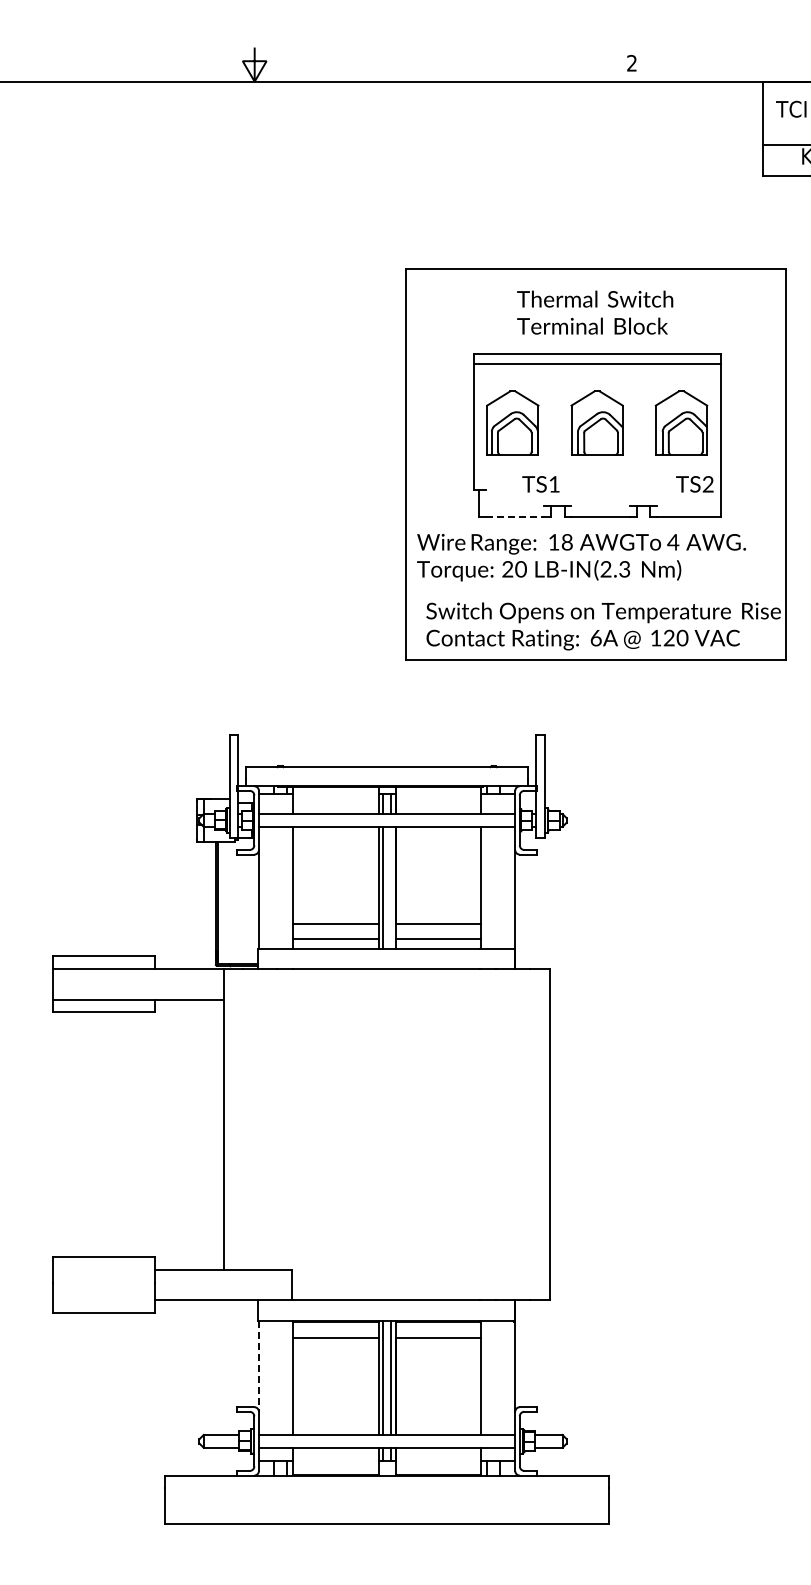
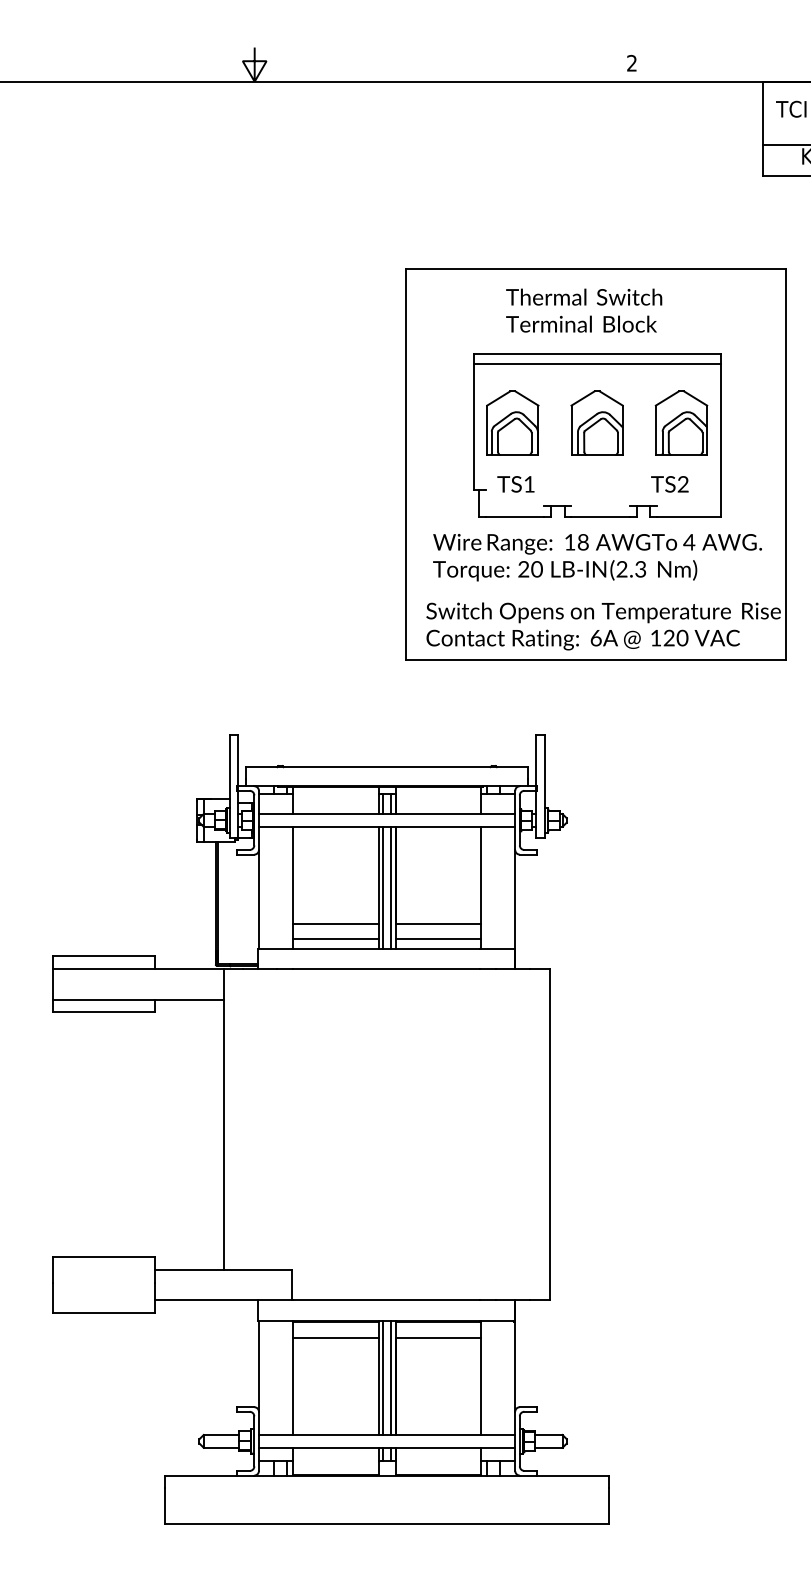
text at (595, 312) position: (595, 312) -> (584, 310)
text at (617, 484) position: (617, 484) -> (592, 484)
line at (515, 516): dashed -> solid
text at (581, 557) position: (581, 557) -> (597, 557)
line at (391, 887): none -> present
line at (258, 1366): dashed -> solid
